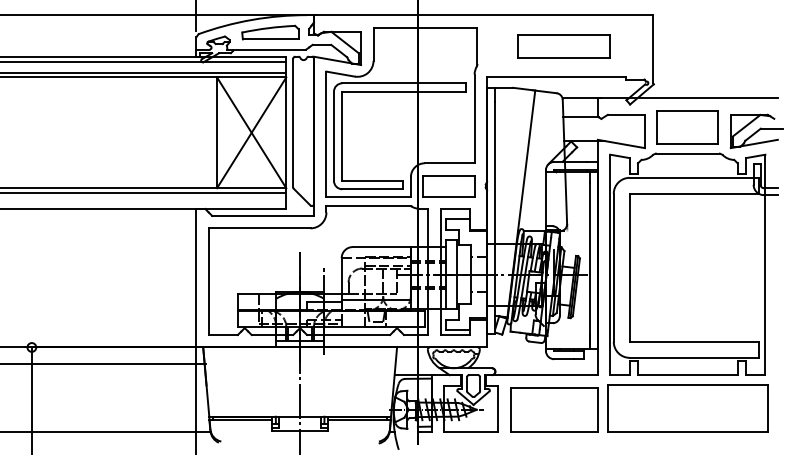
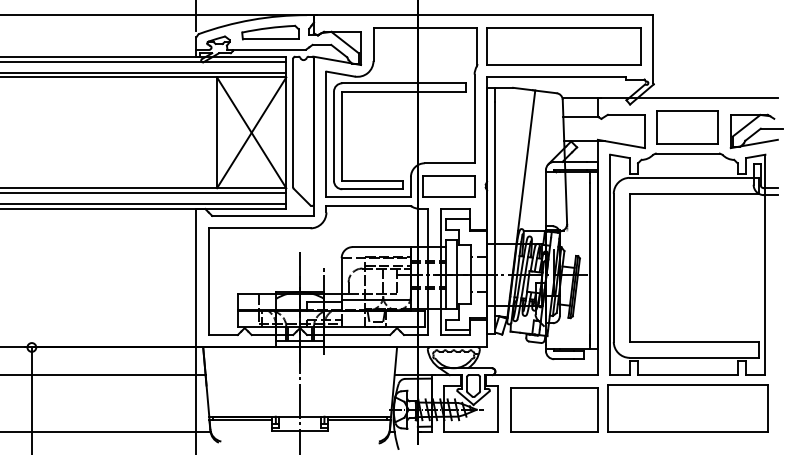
part at (563, 46) size: 94x25 px -> 156x39 px
line at (144, 204): none -> present
line at (103, 364) position: (103, 364) -> (103, 375)
